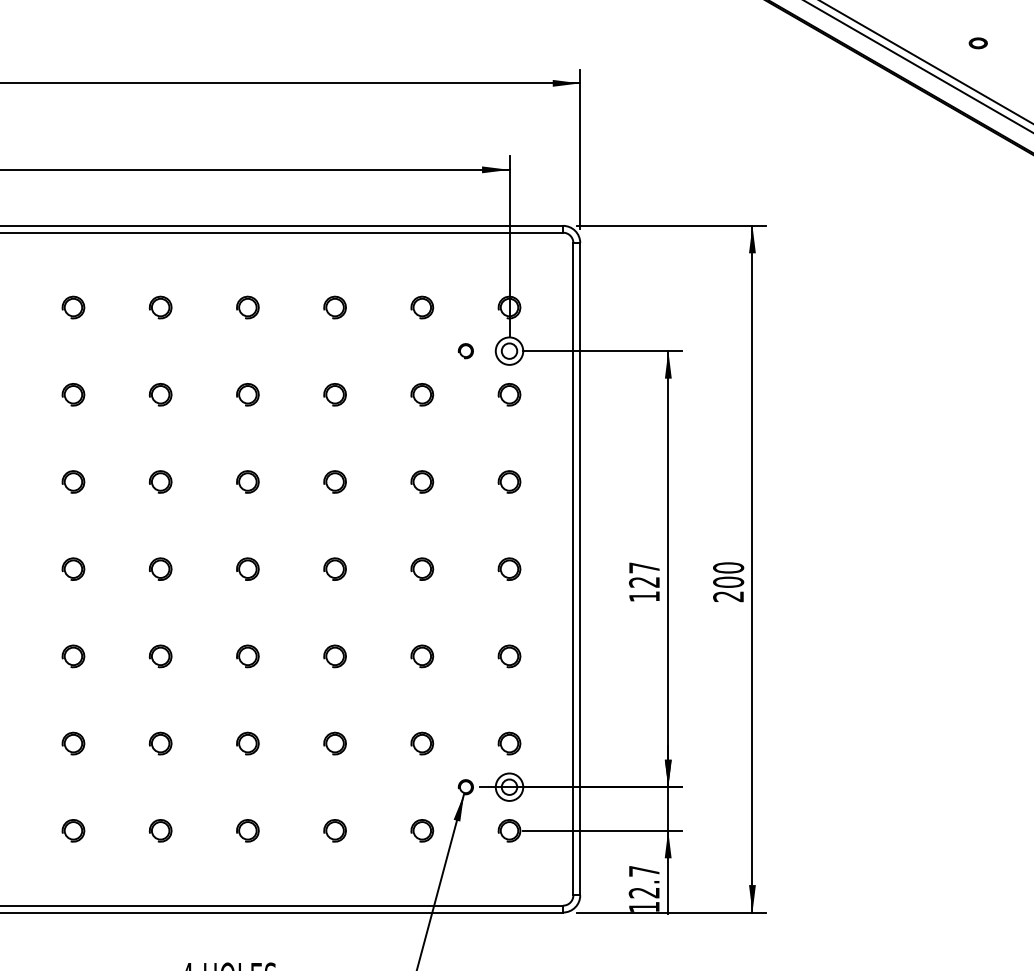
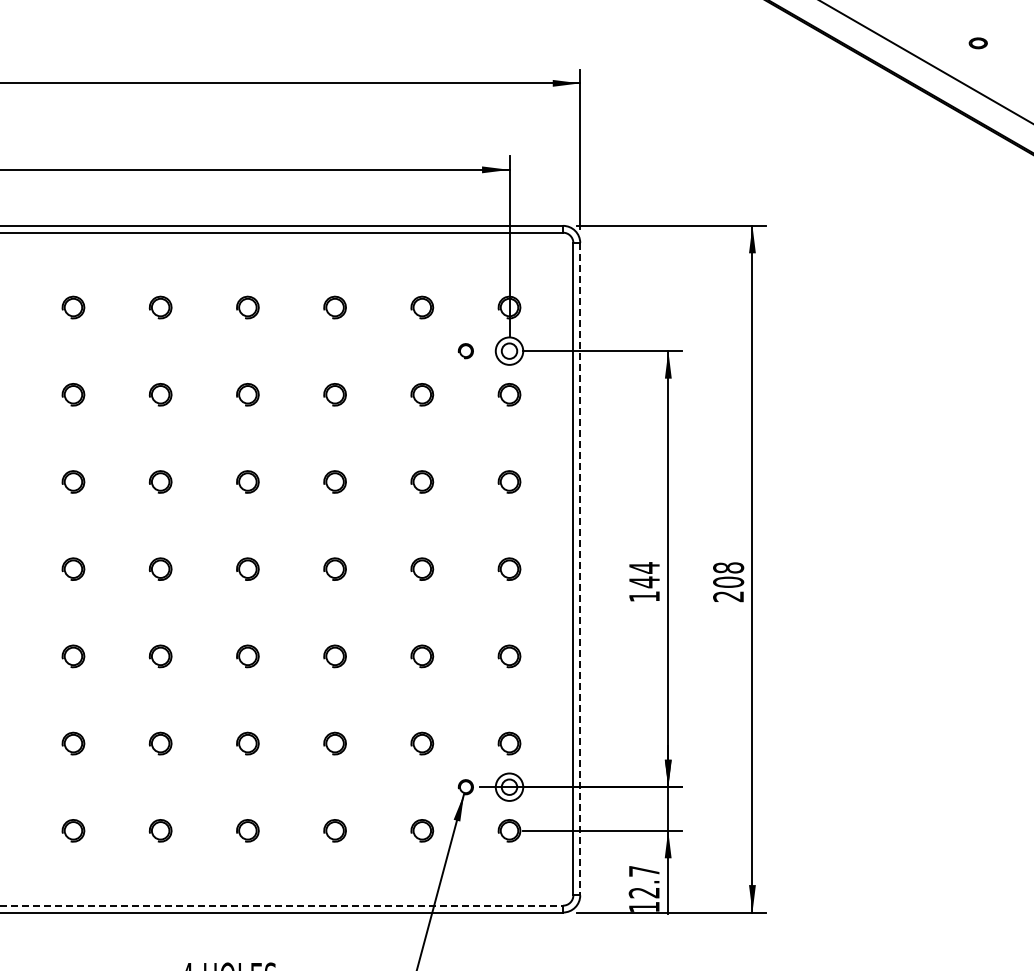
line at (918, 66): present -> none
text at (728, 567): 200 -> 208
line at (580, 569): solid -> dashed
text at (644, 575): 127 -> 144
line at (282, 905): solid -> dashed
